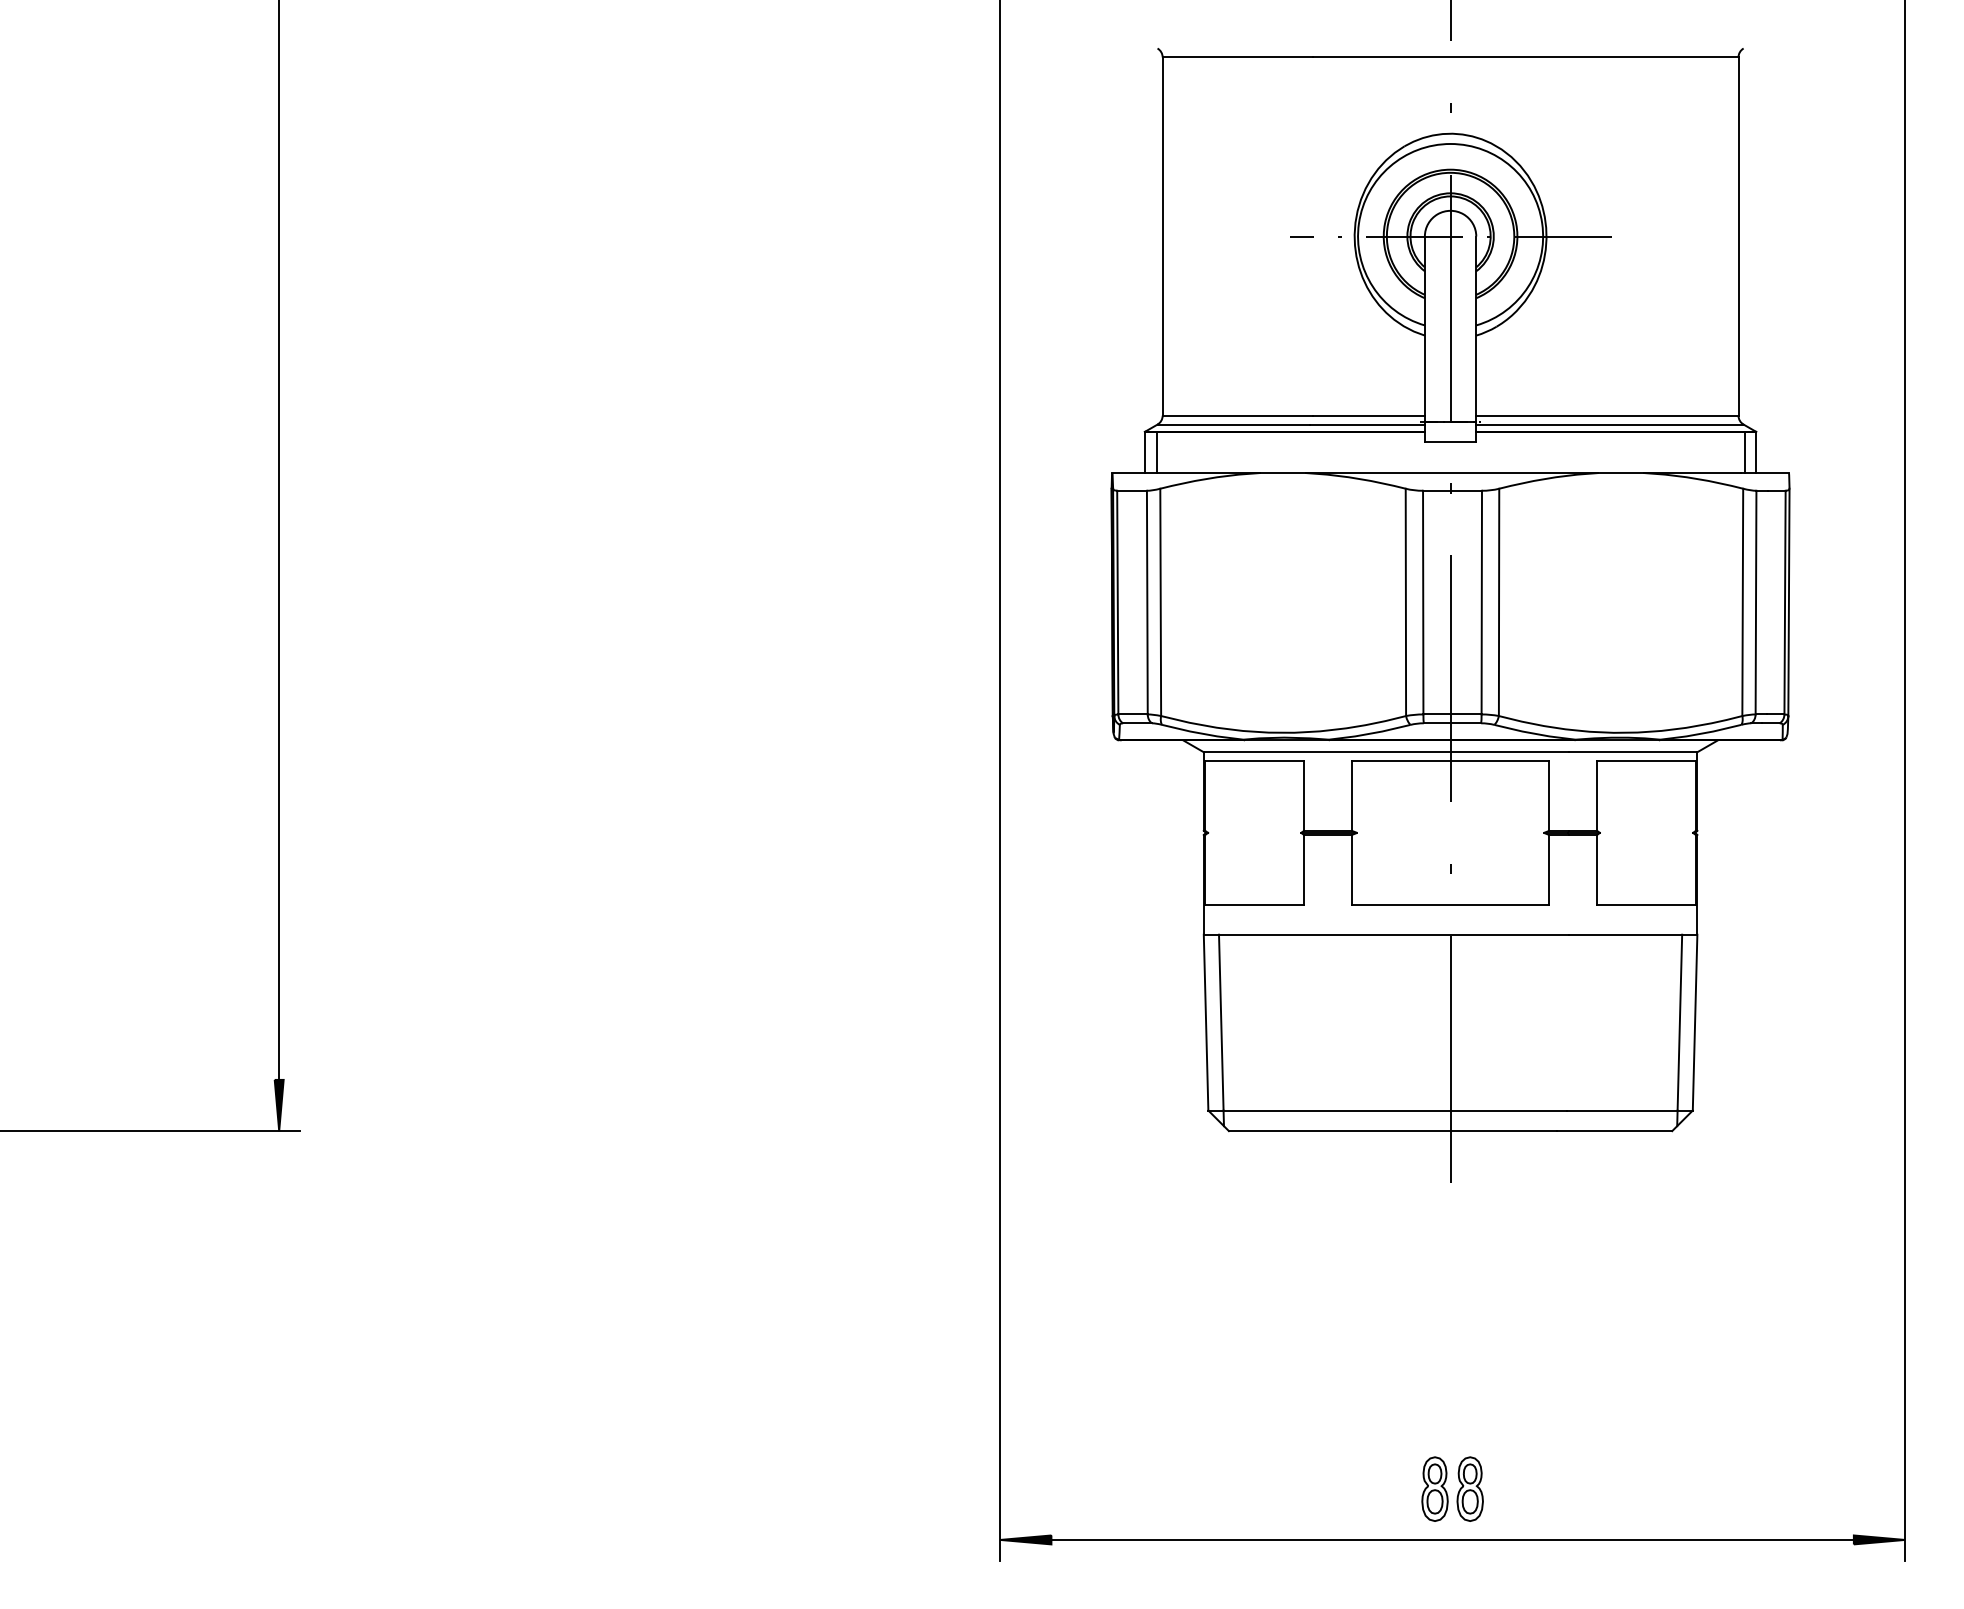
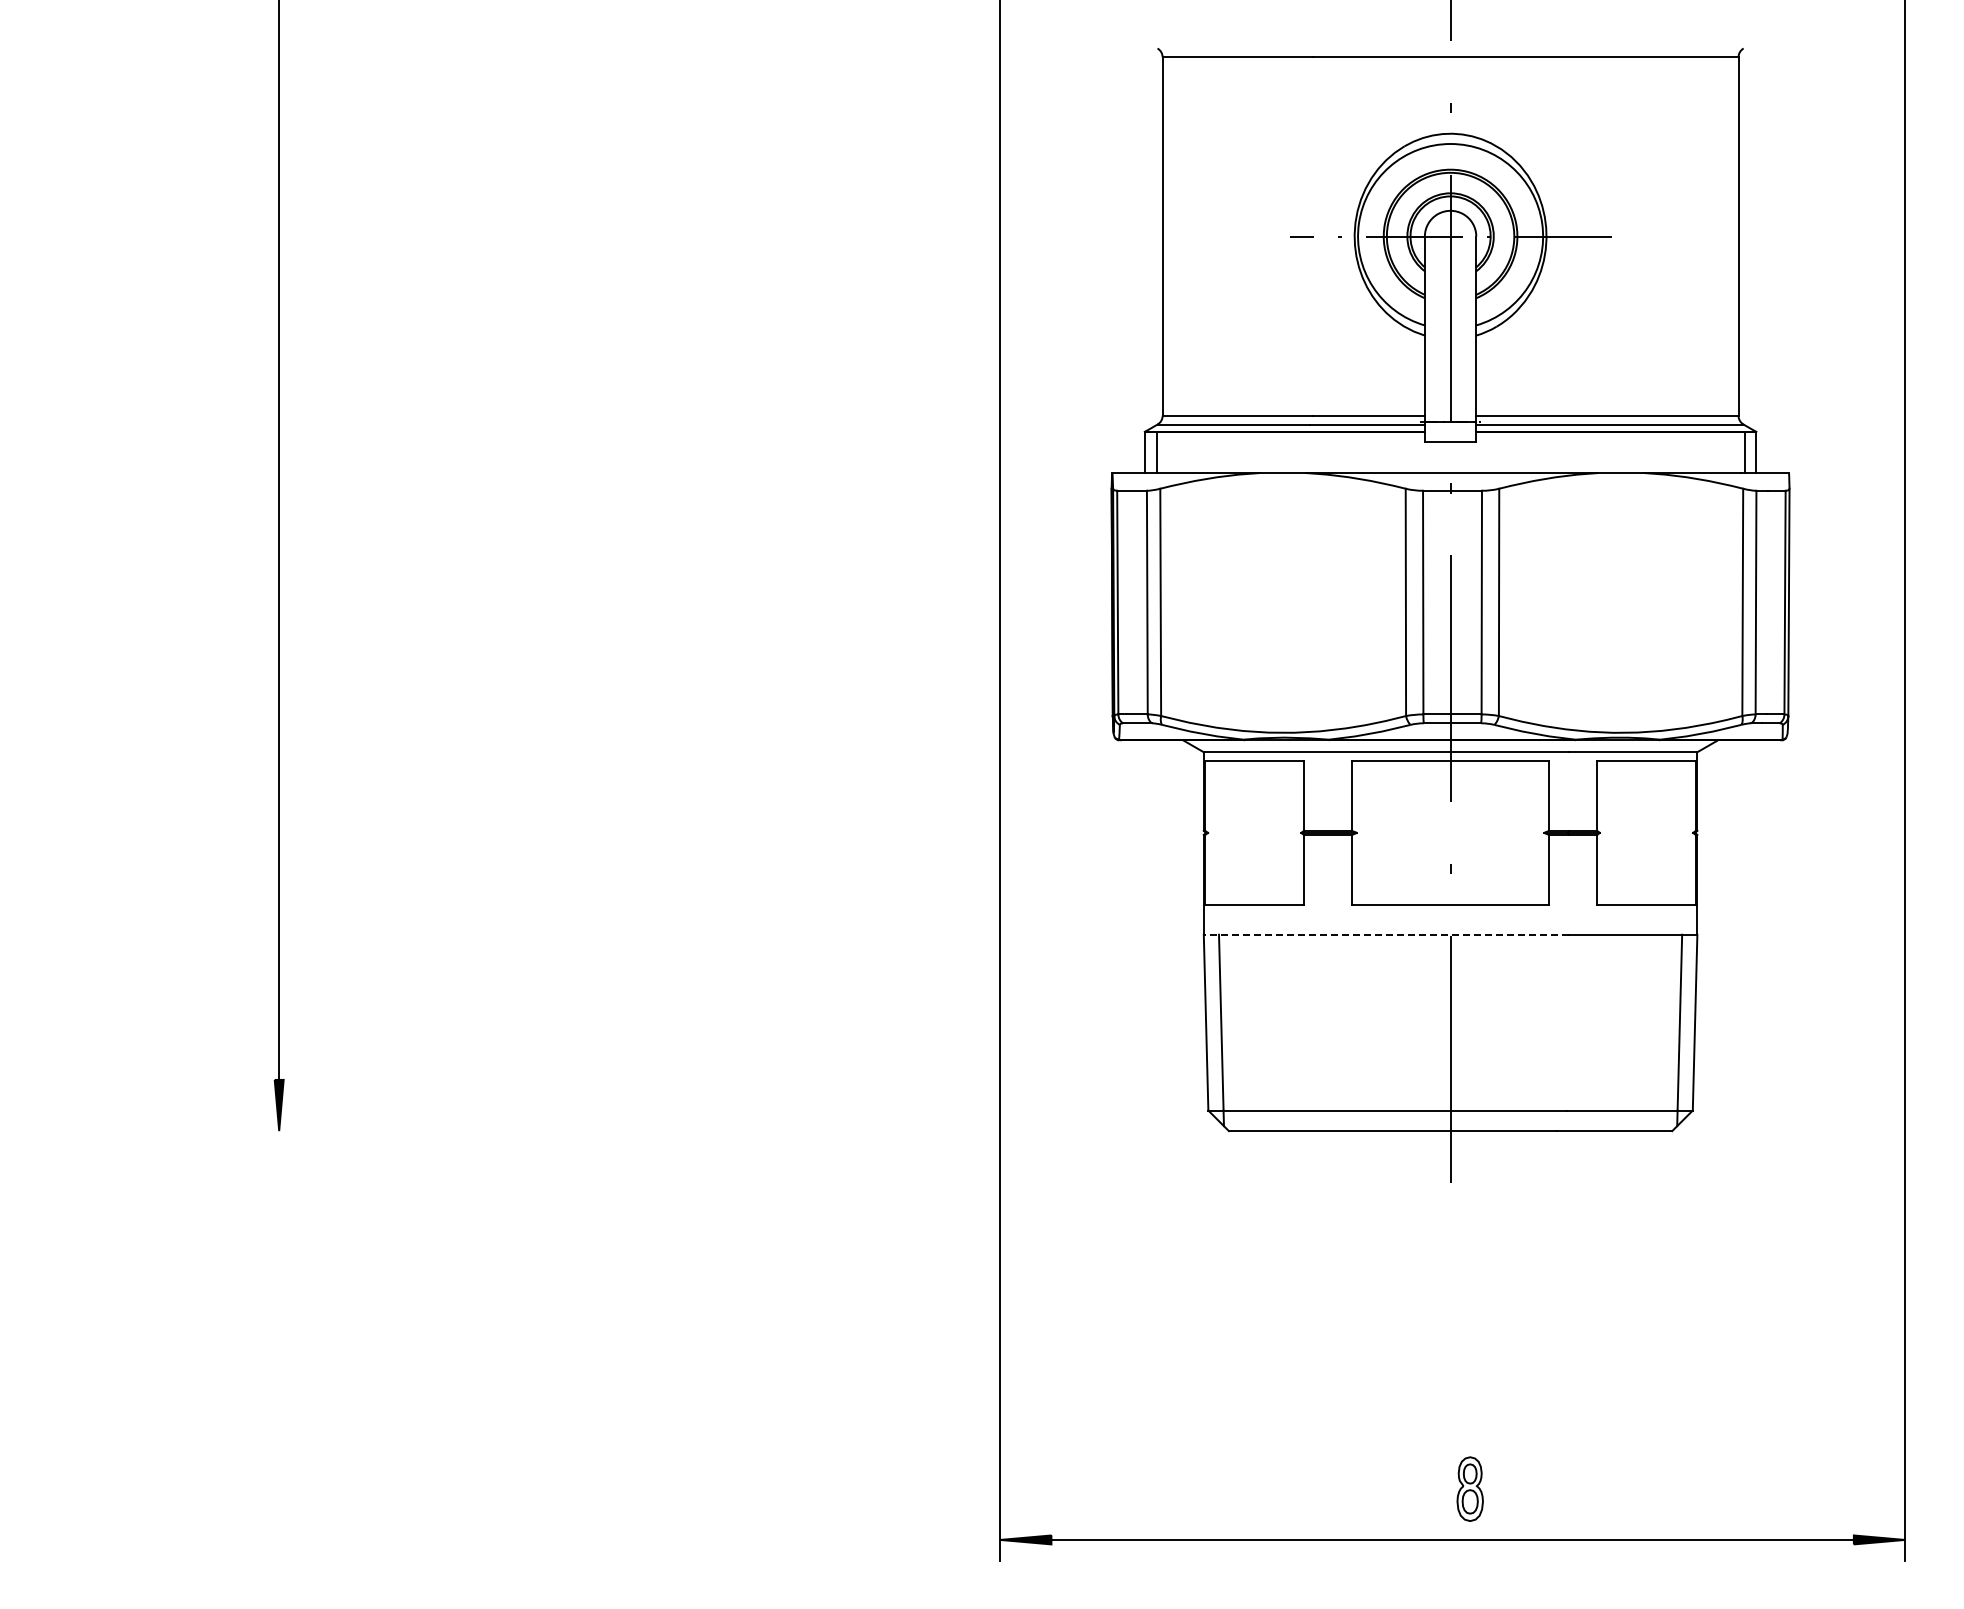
line at (1386, 934): solid -> dashed
line at (150, 1131): present -> none
part at (1434, 1488): present -> none
